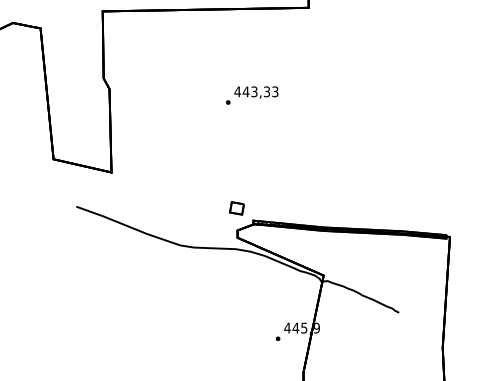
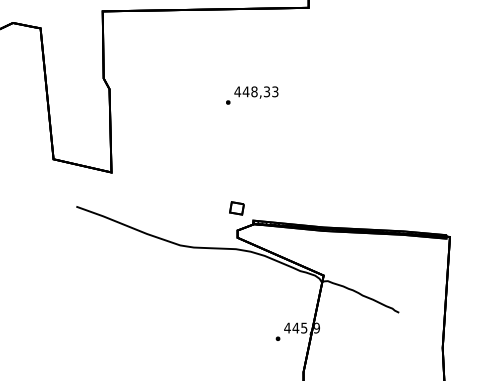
text at (254, 91): 443,33 -> 448,33
